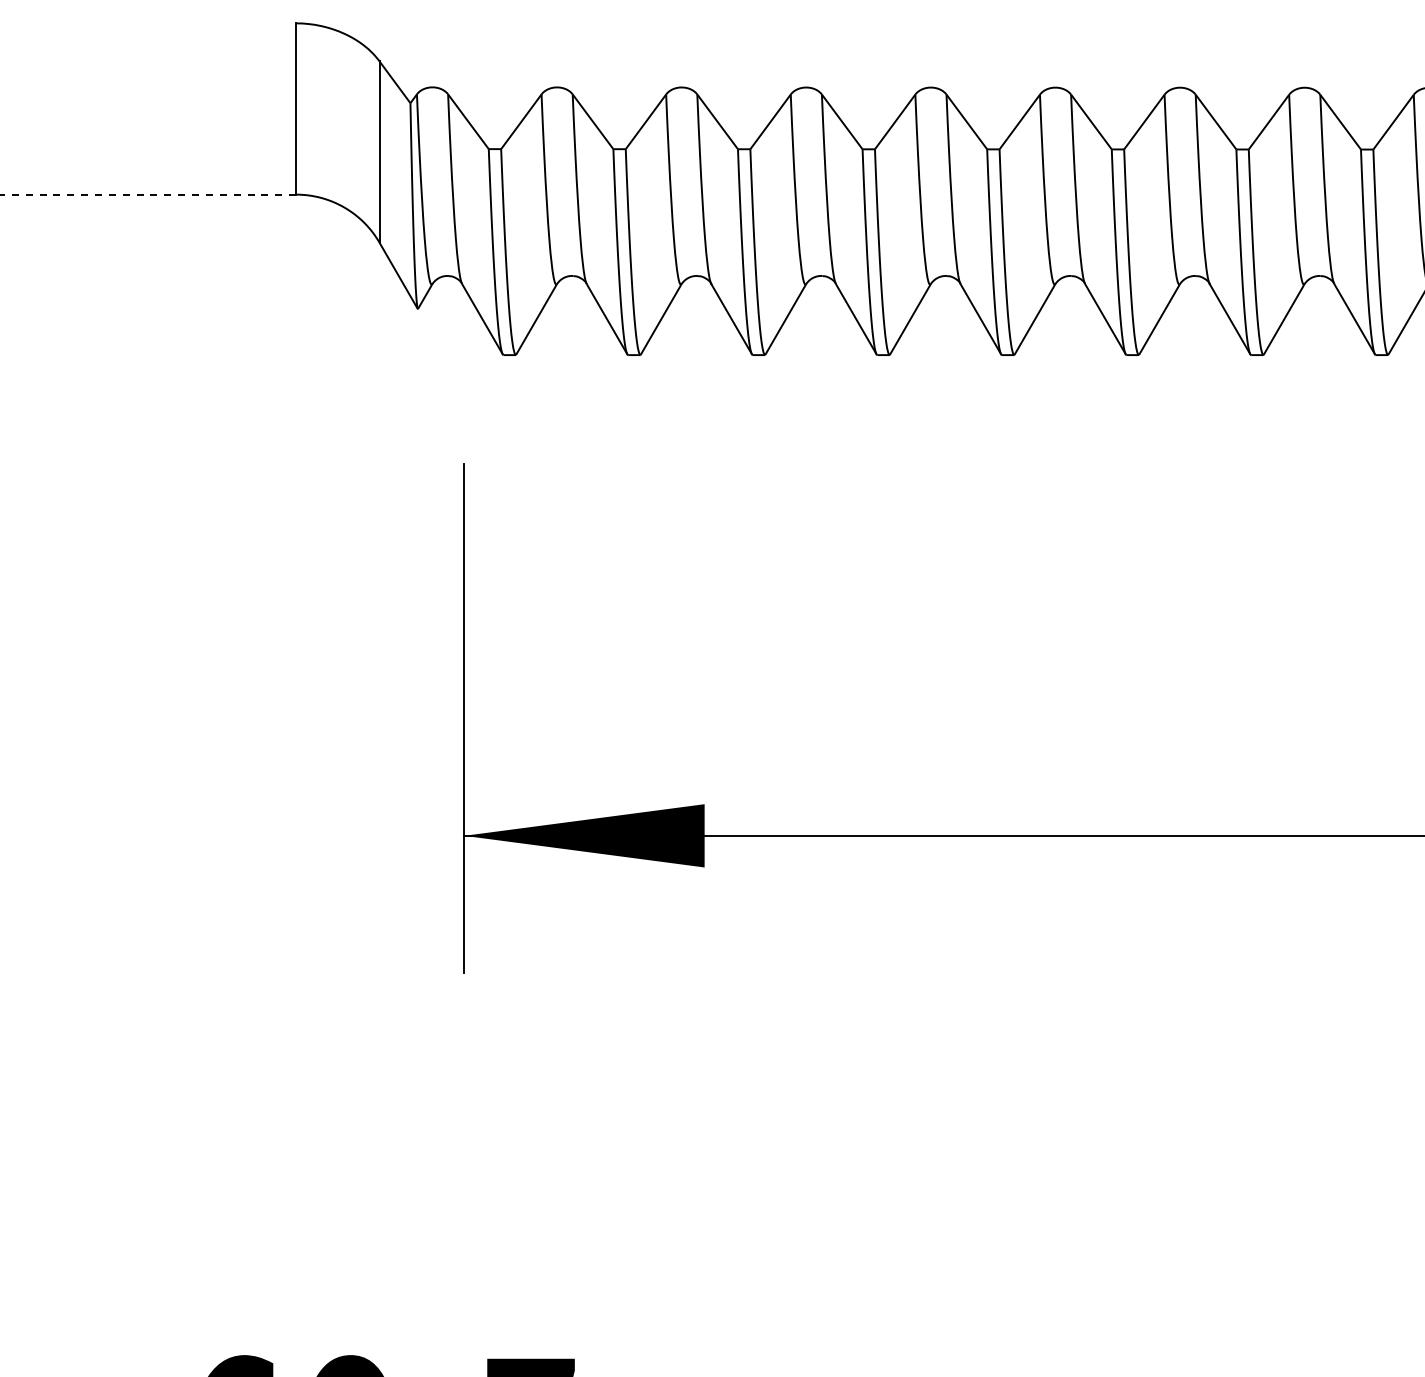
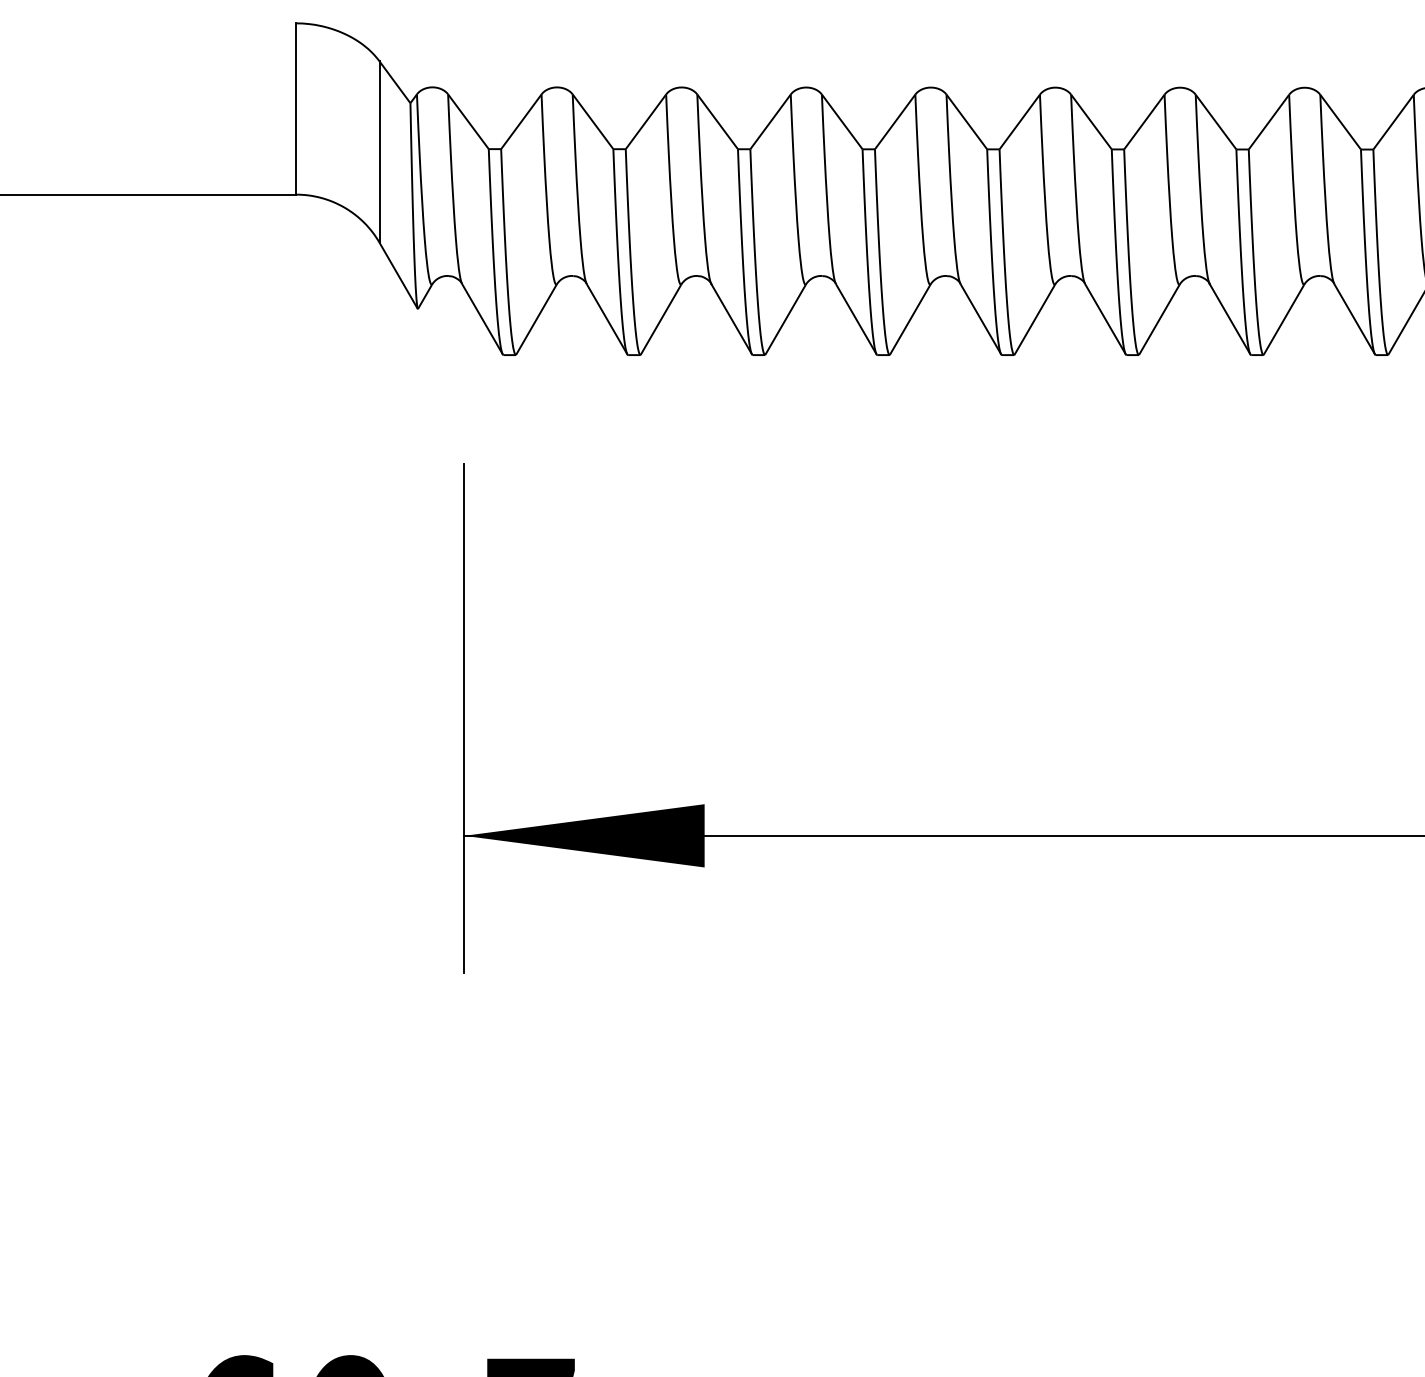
line at (148, 194): dashed -> solid
